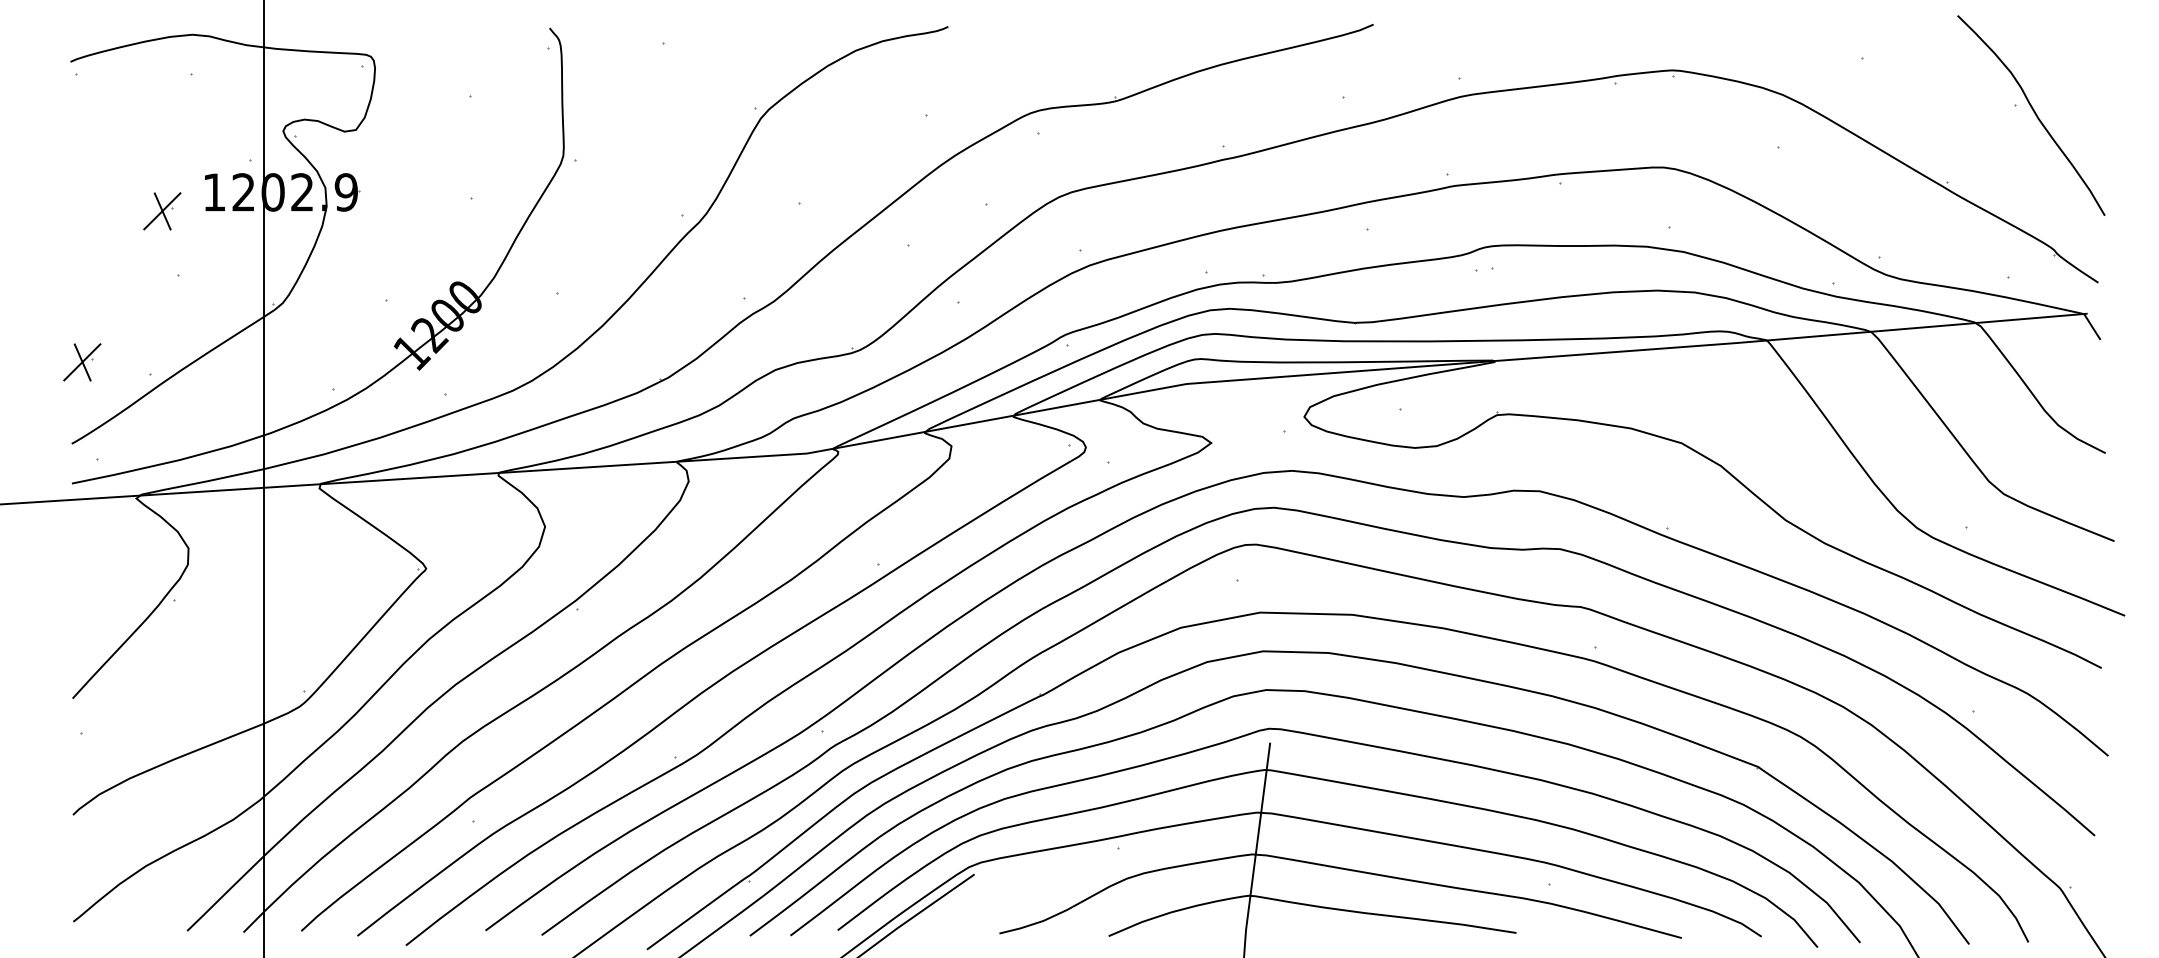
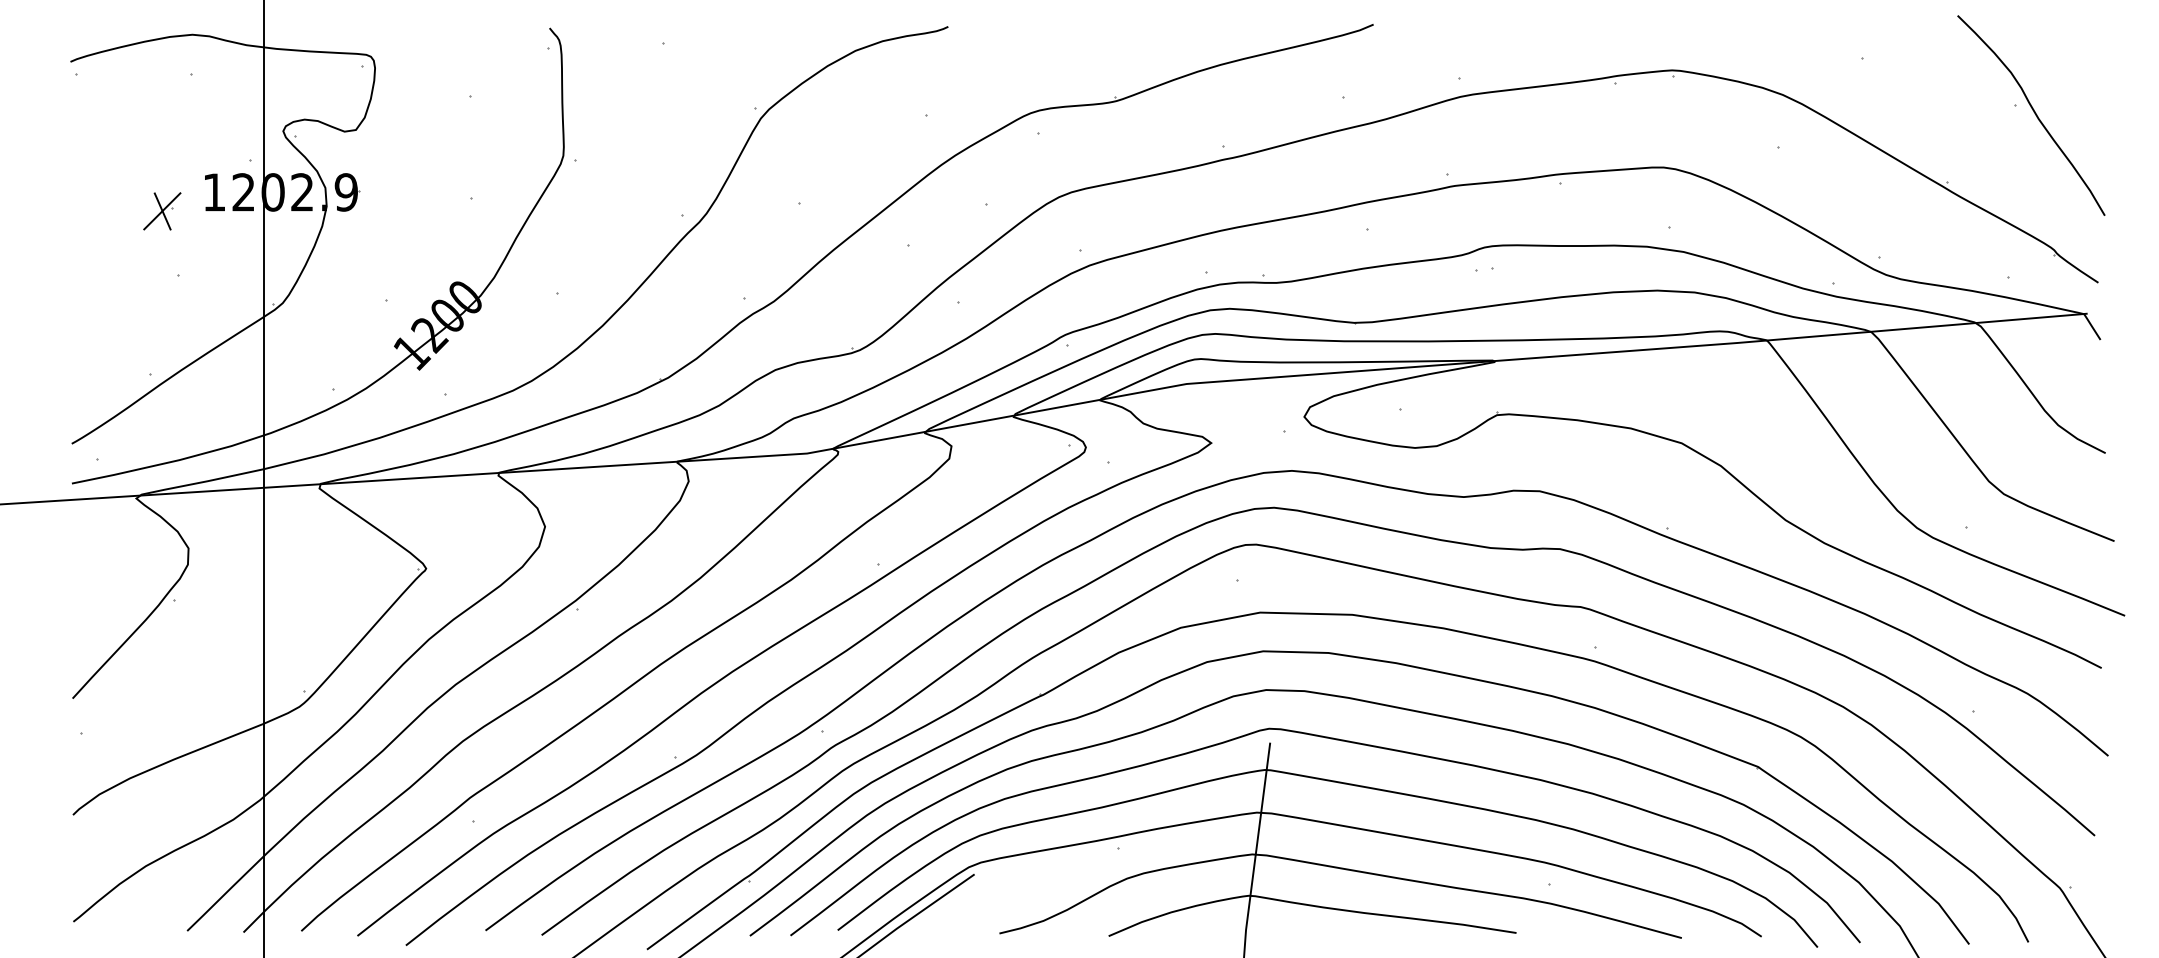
part at (82, 362): present -> none
